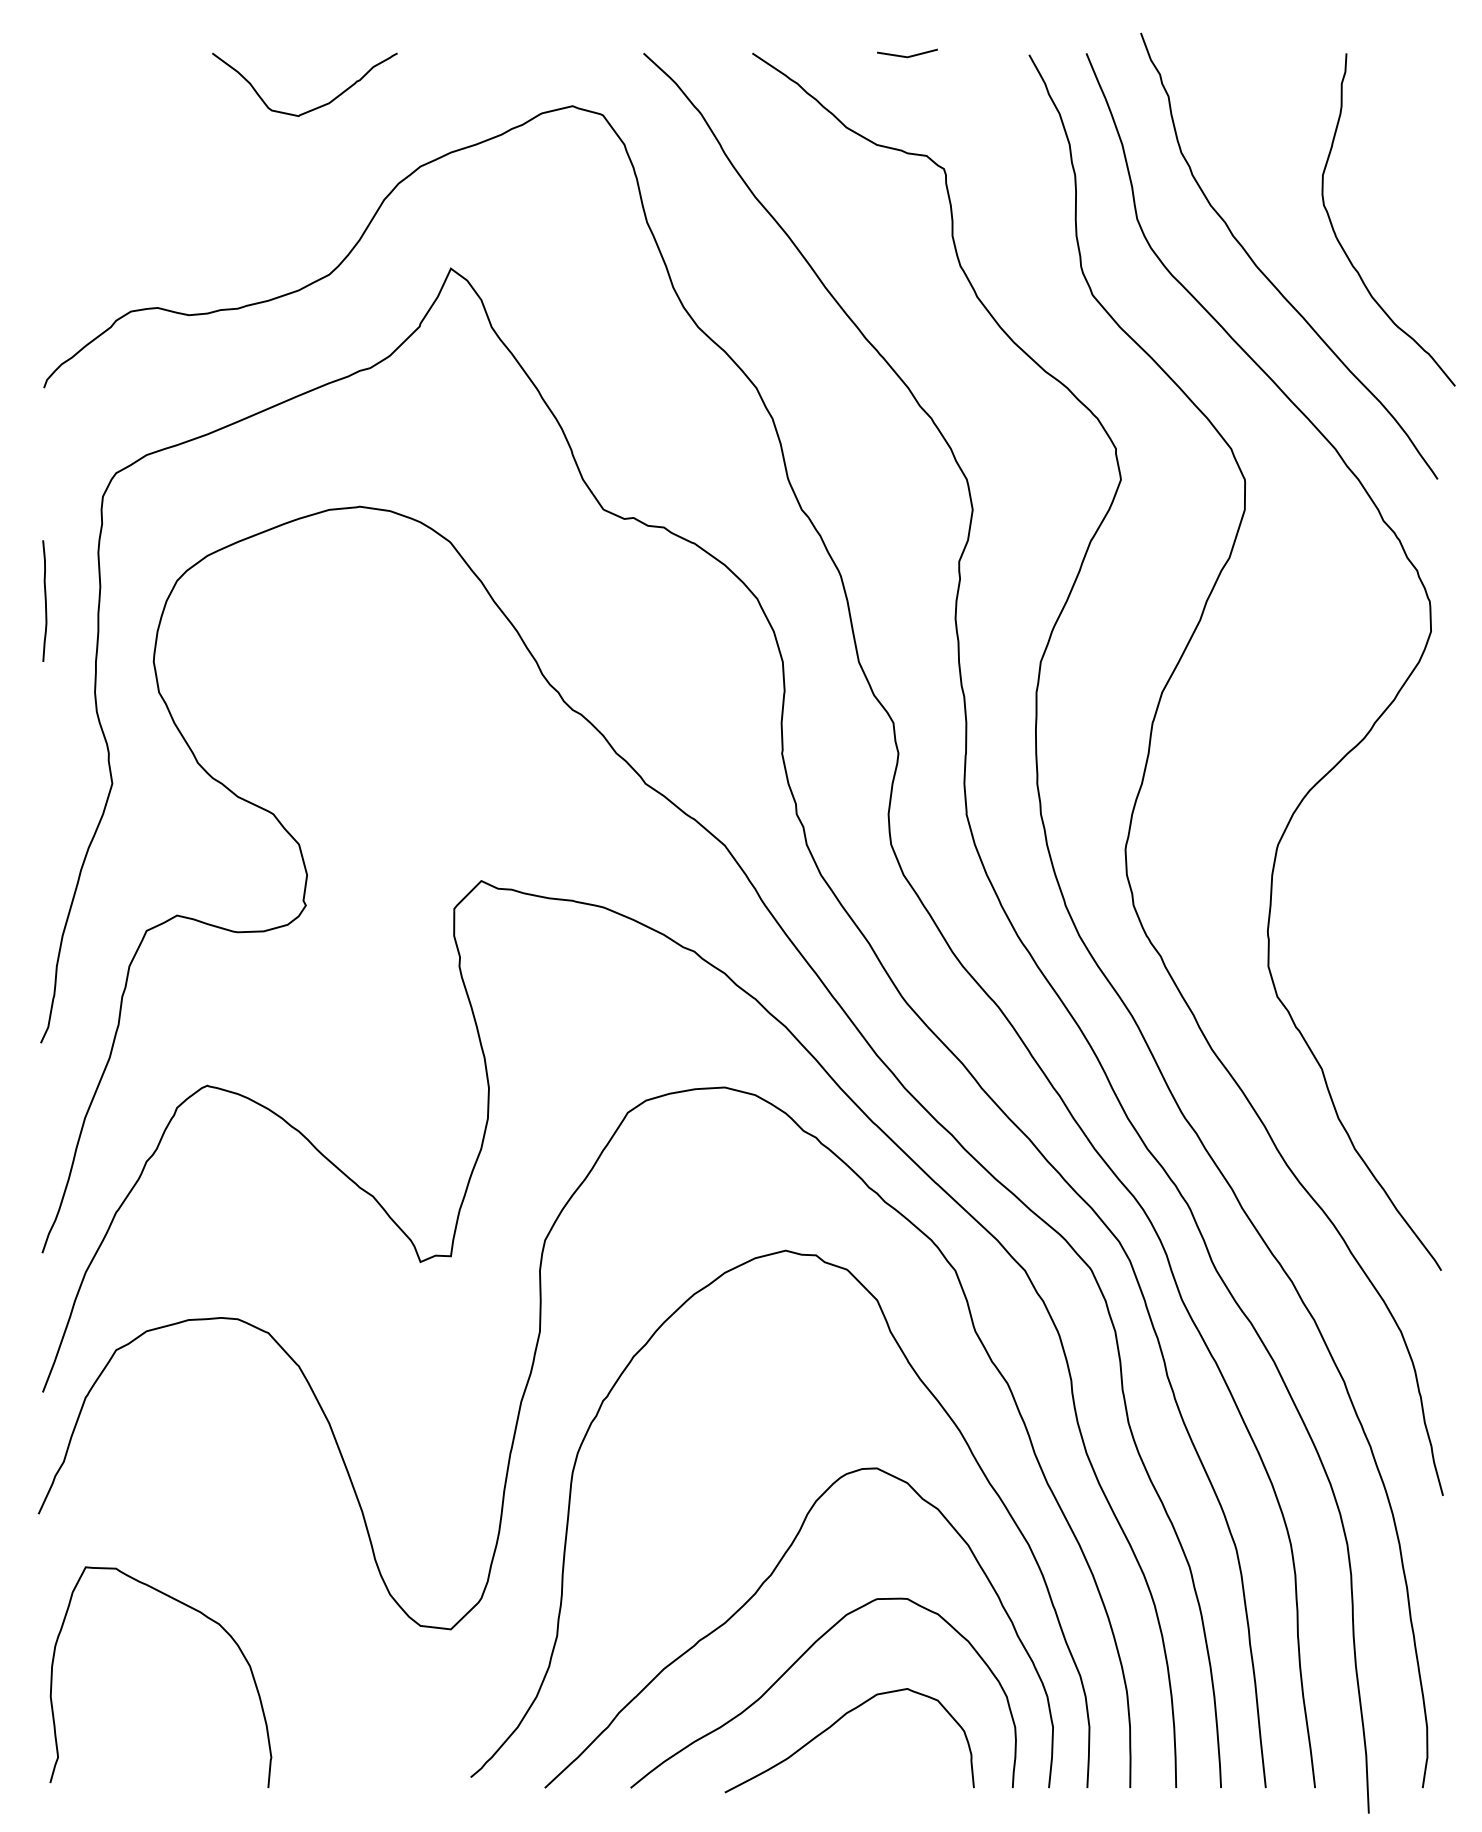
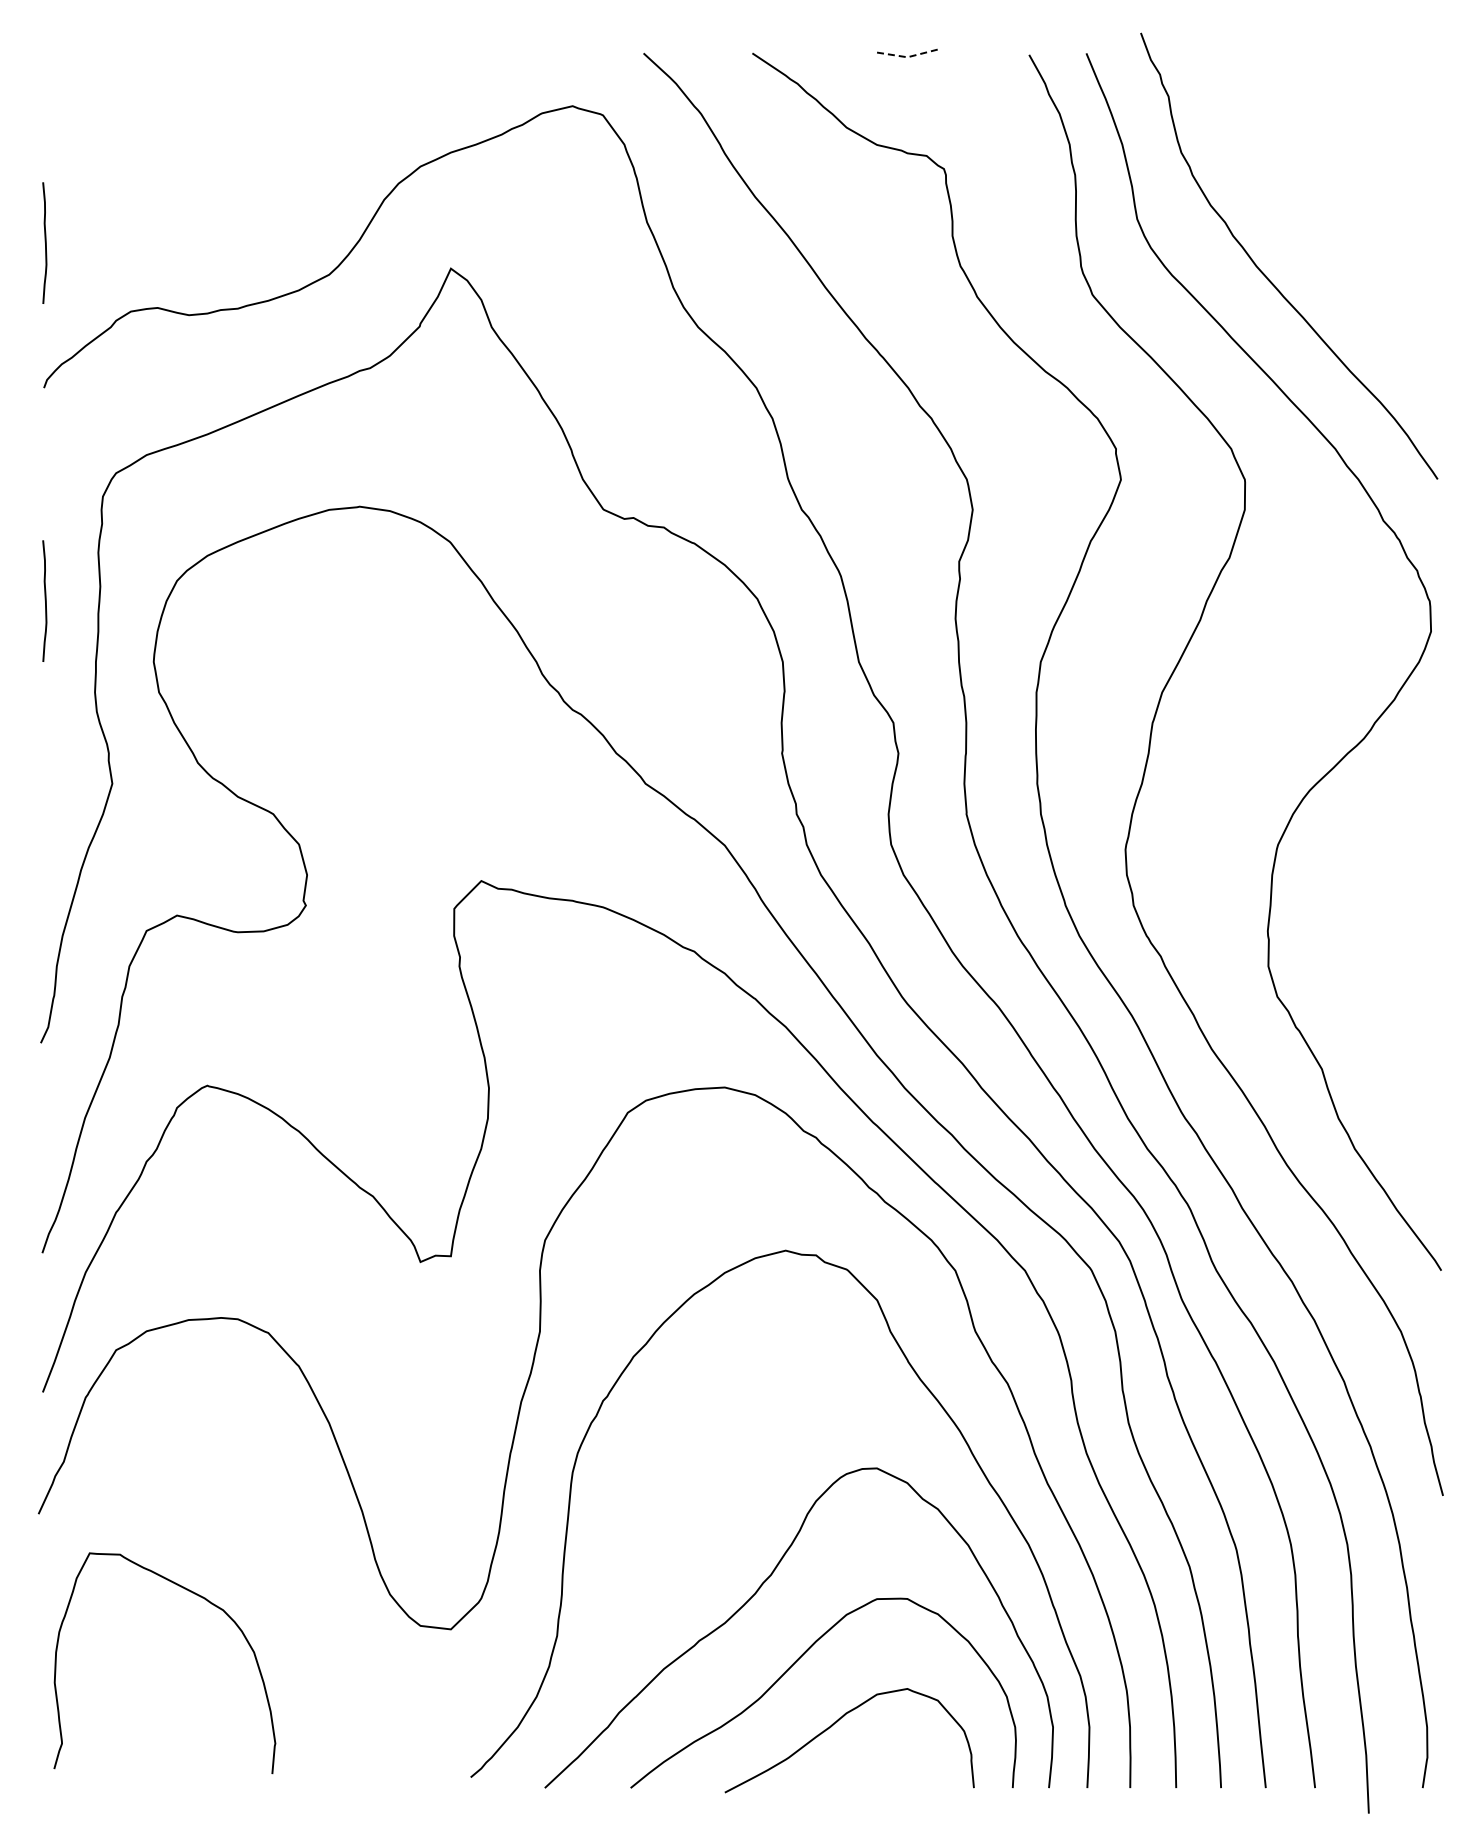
line at (907, 57): solid -> dashed
curve at (315, 107): present -> none
curve at (44, 242): none -> present
curve at (1343, 247): present -> none
curve at (194, 1610) position: (194, 1610) -> (198, 1596)
